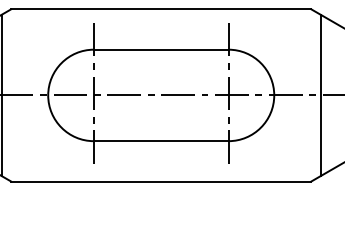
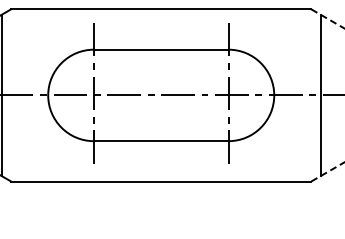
line at (328, 19): solid -> dashed
line at (328, 171): solid -> dashed
